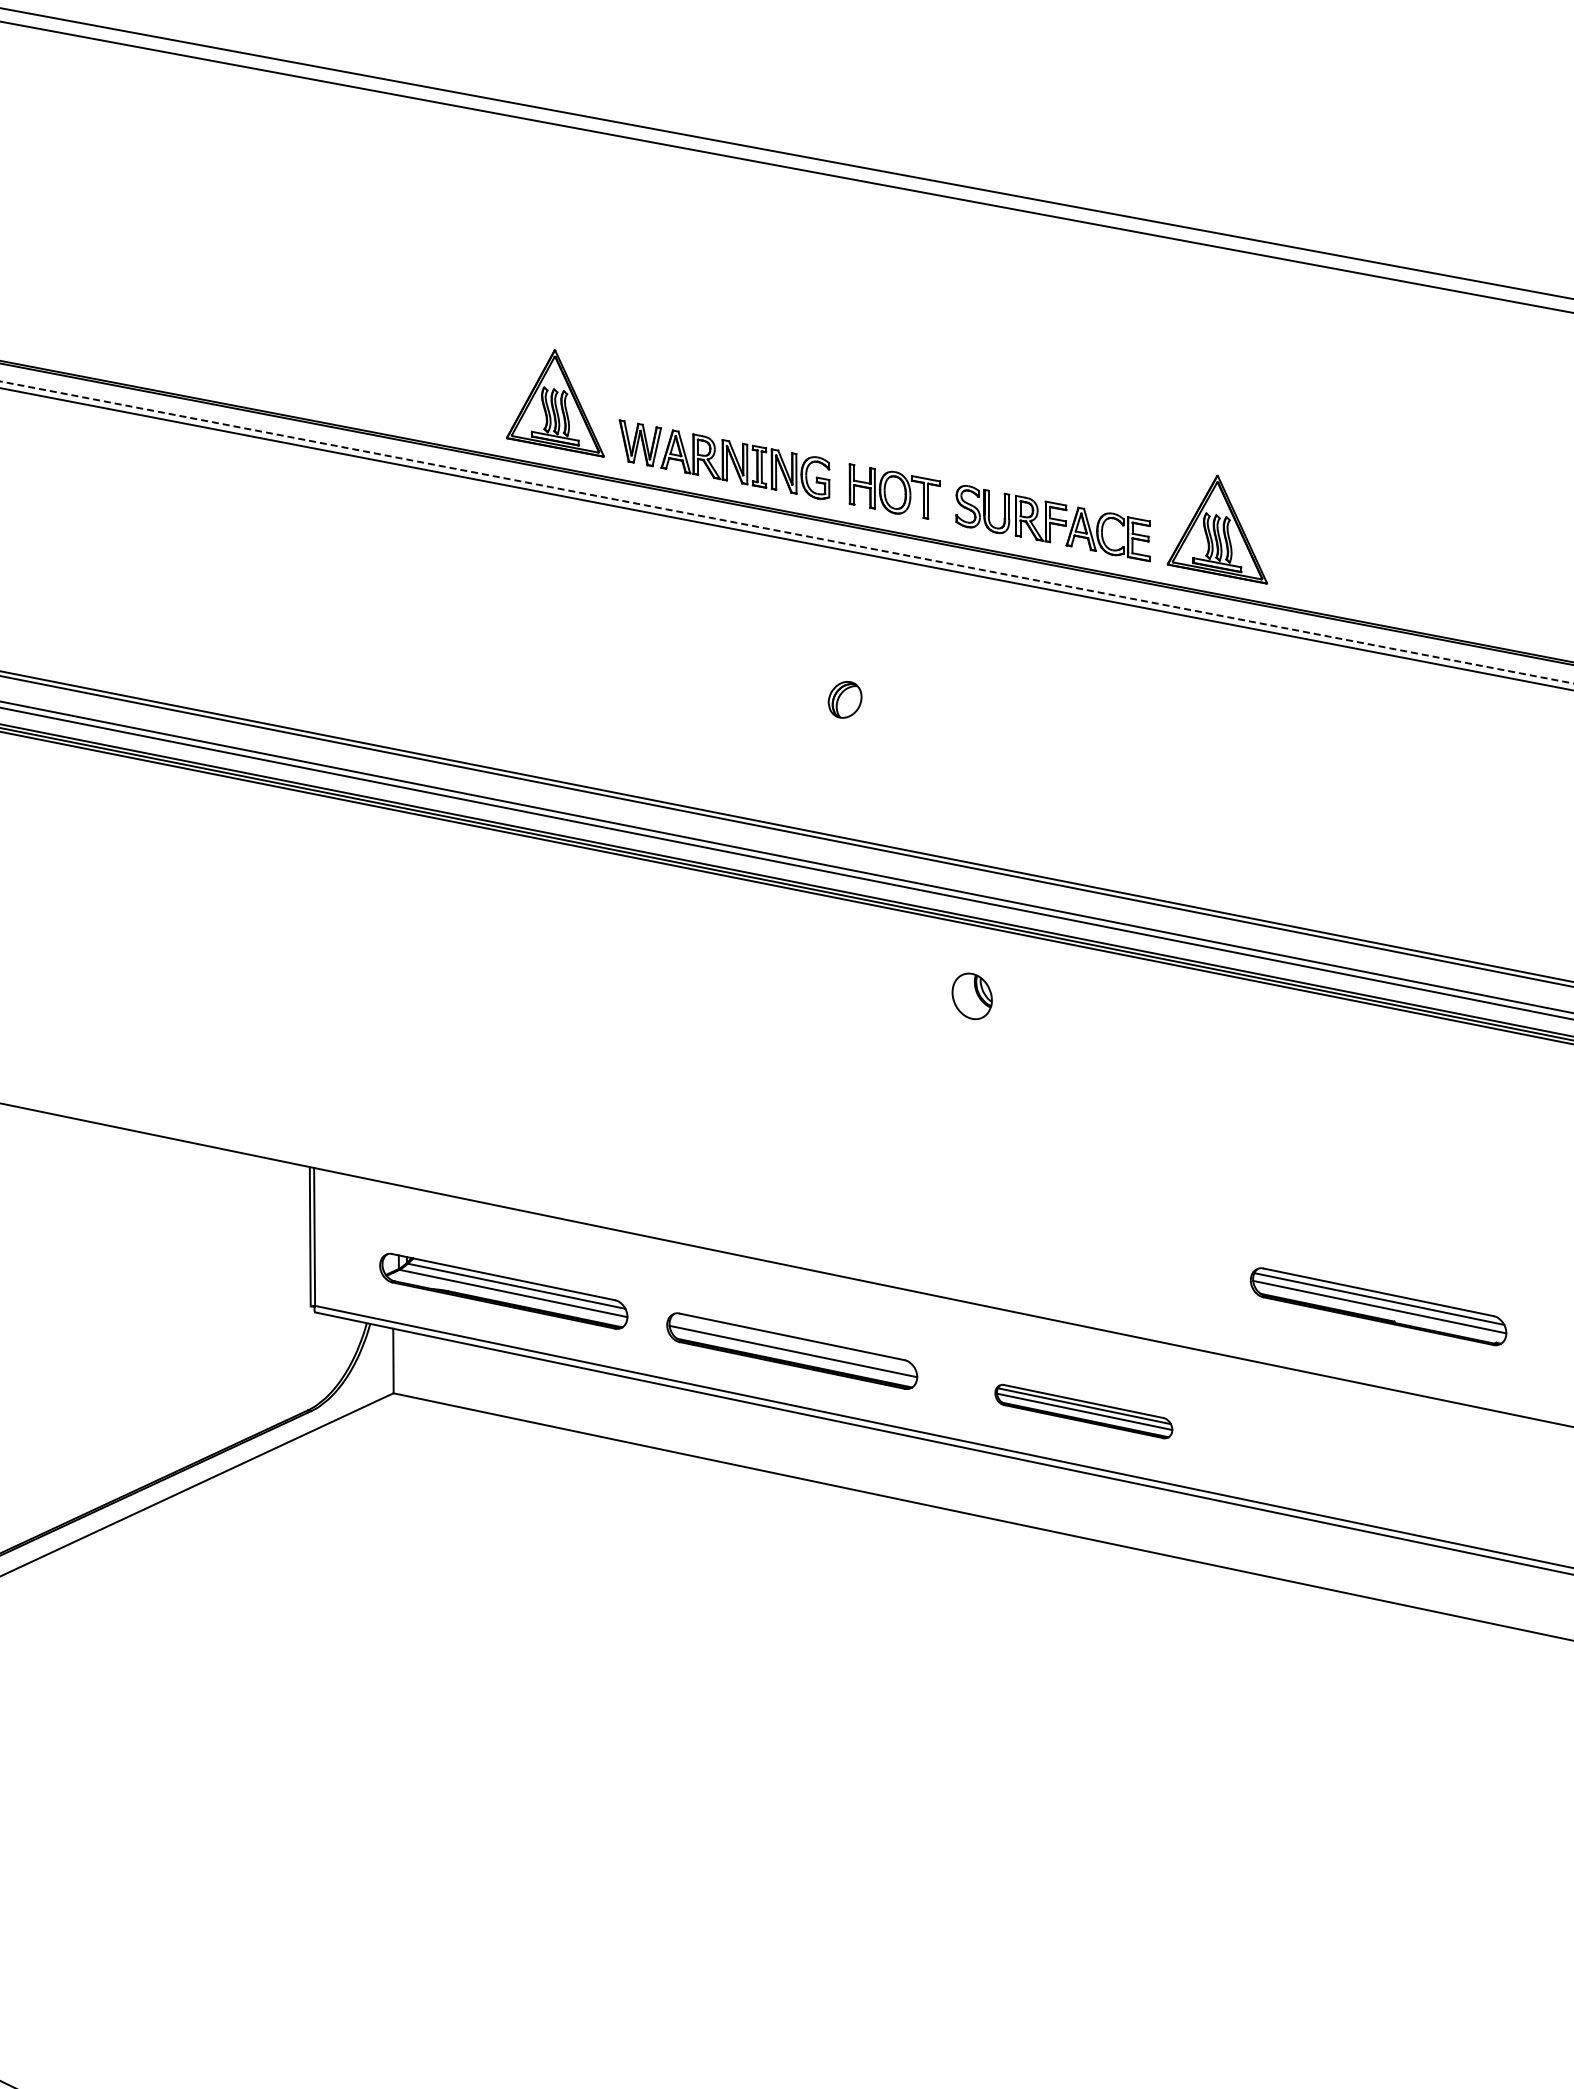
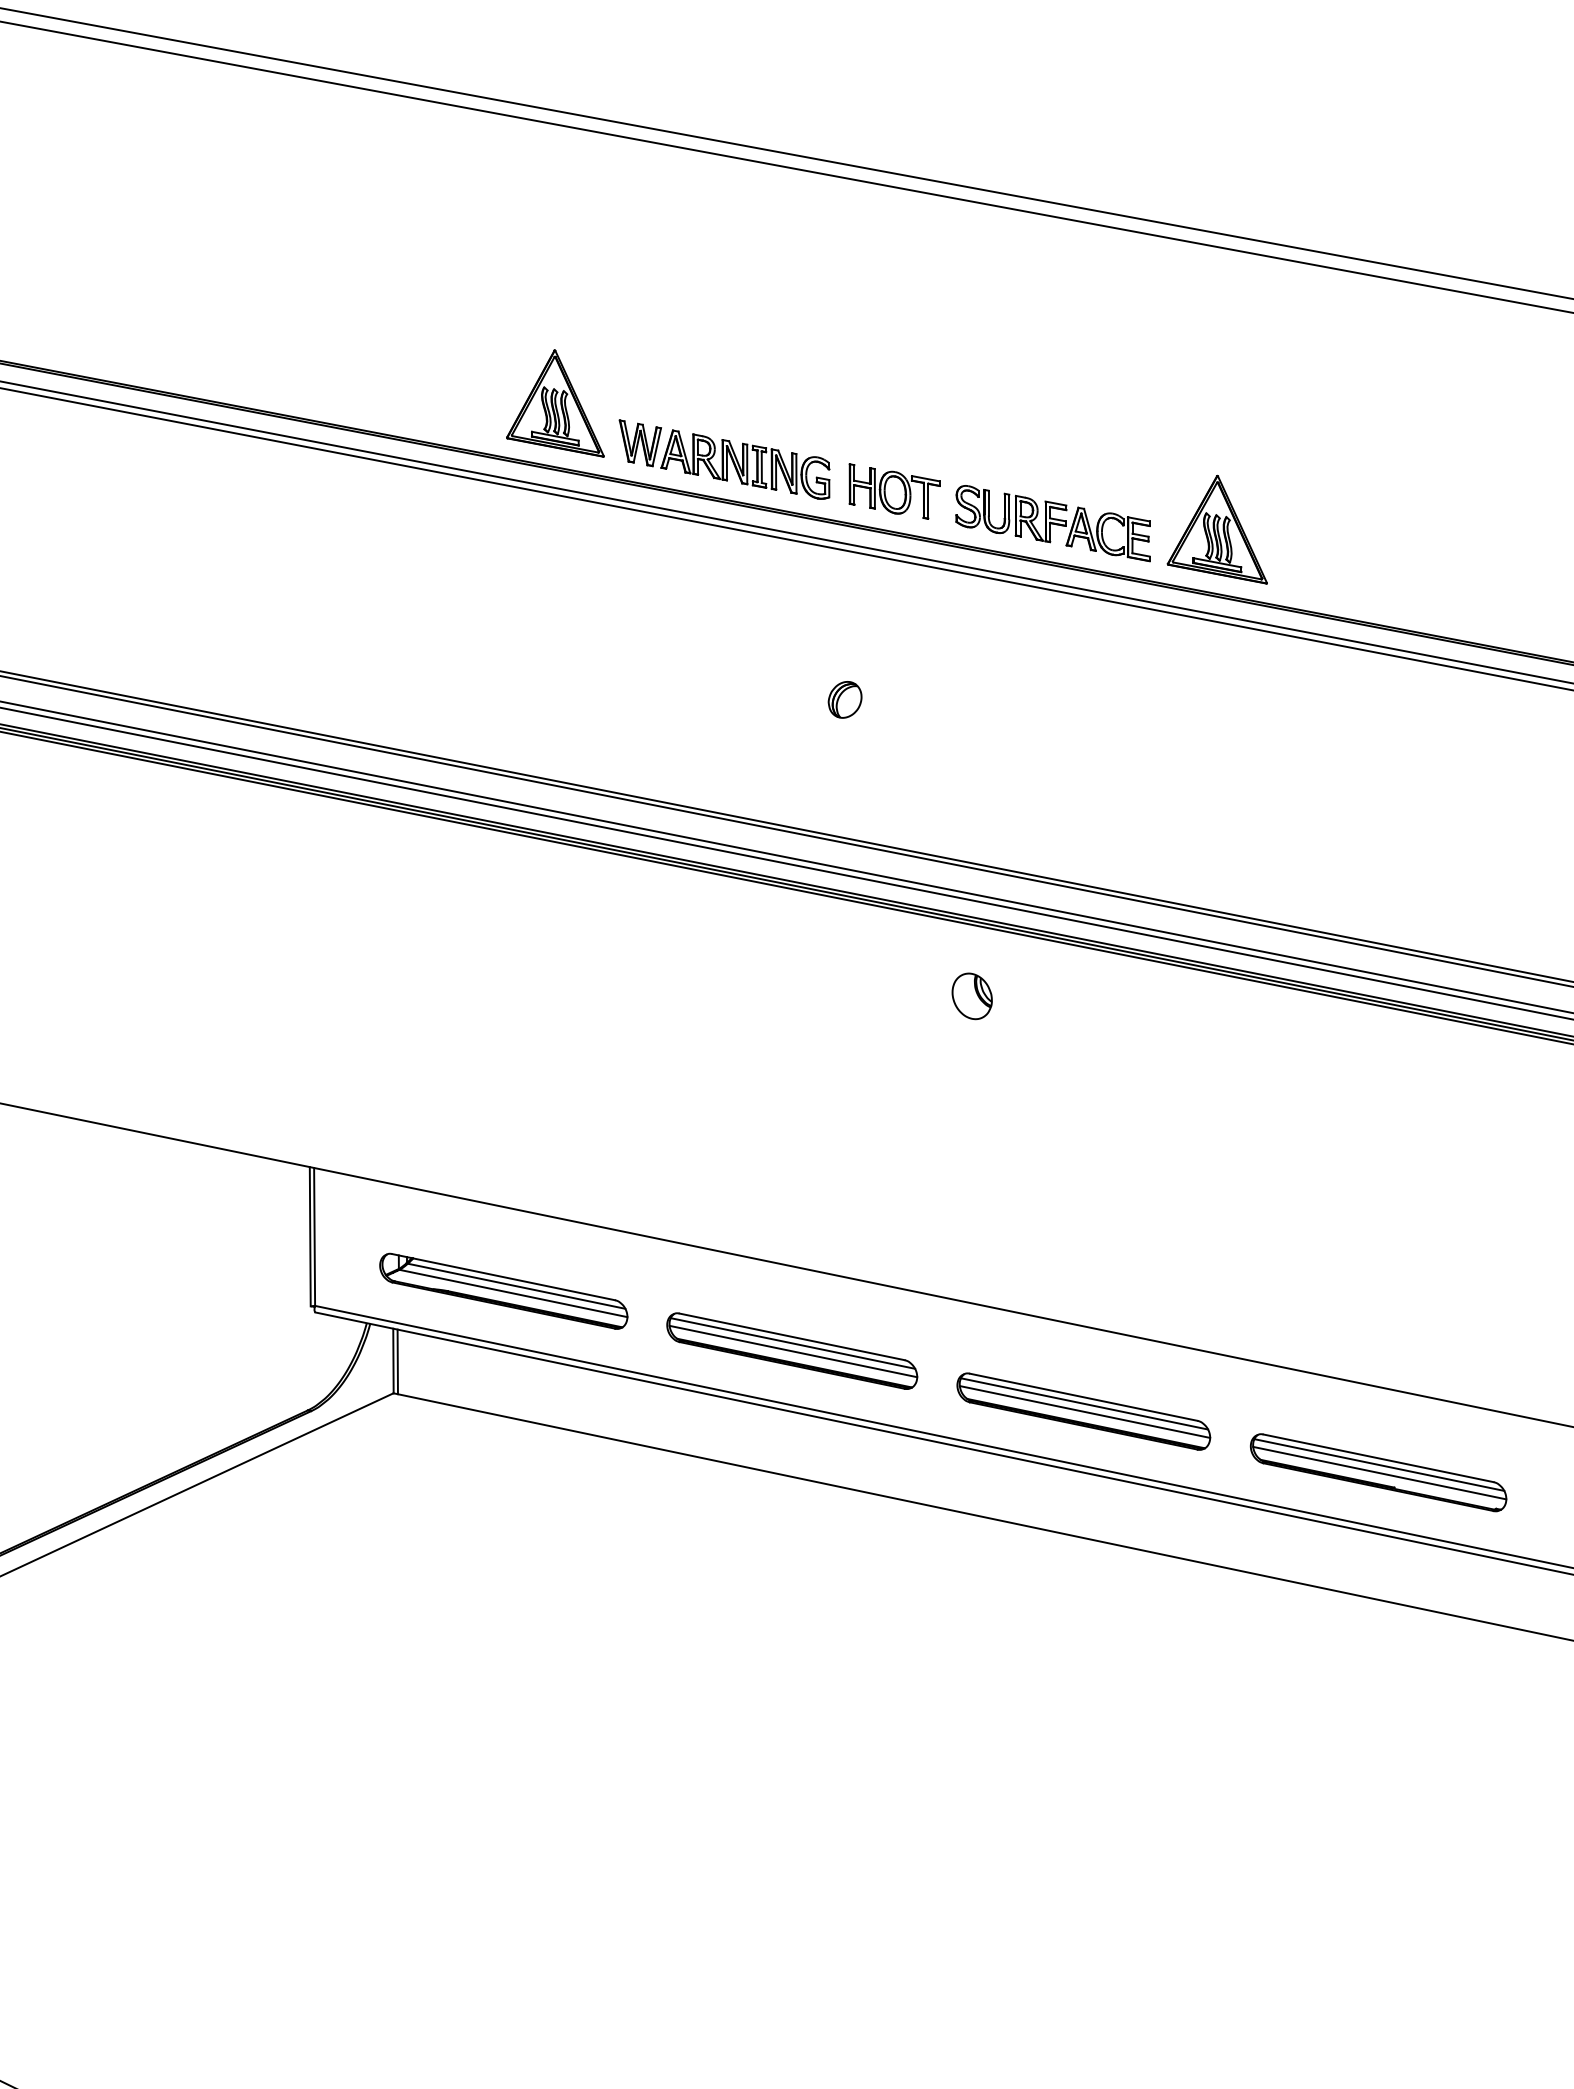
line at (786, 532): dashed -> solid
part at (1378, 1306) position: (1378, 1306) -> (1378, 1472)
line at (792, 1343): none -> present
line at (397, 1361): none -> present
part at (1083, 1411) size: 180x57 px -> 256x79 px
